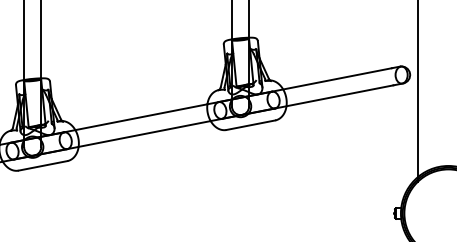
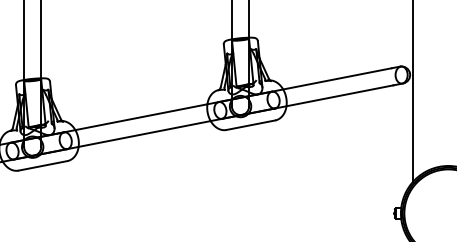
line at (417, 92) position: (417, 92) -> (412, 92)
